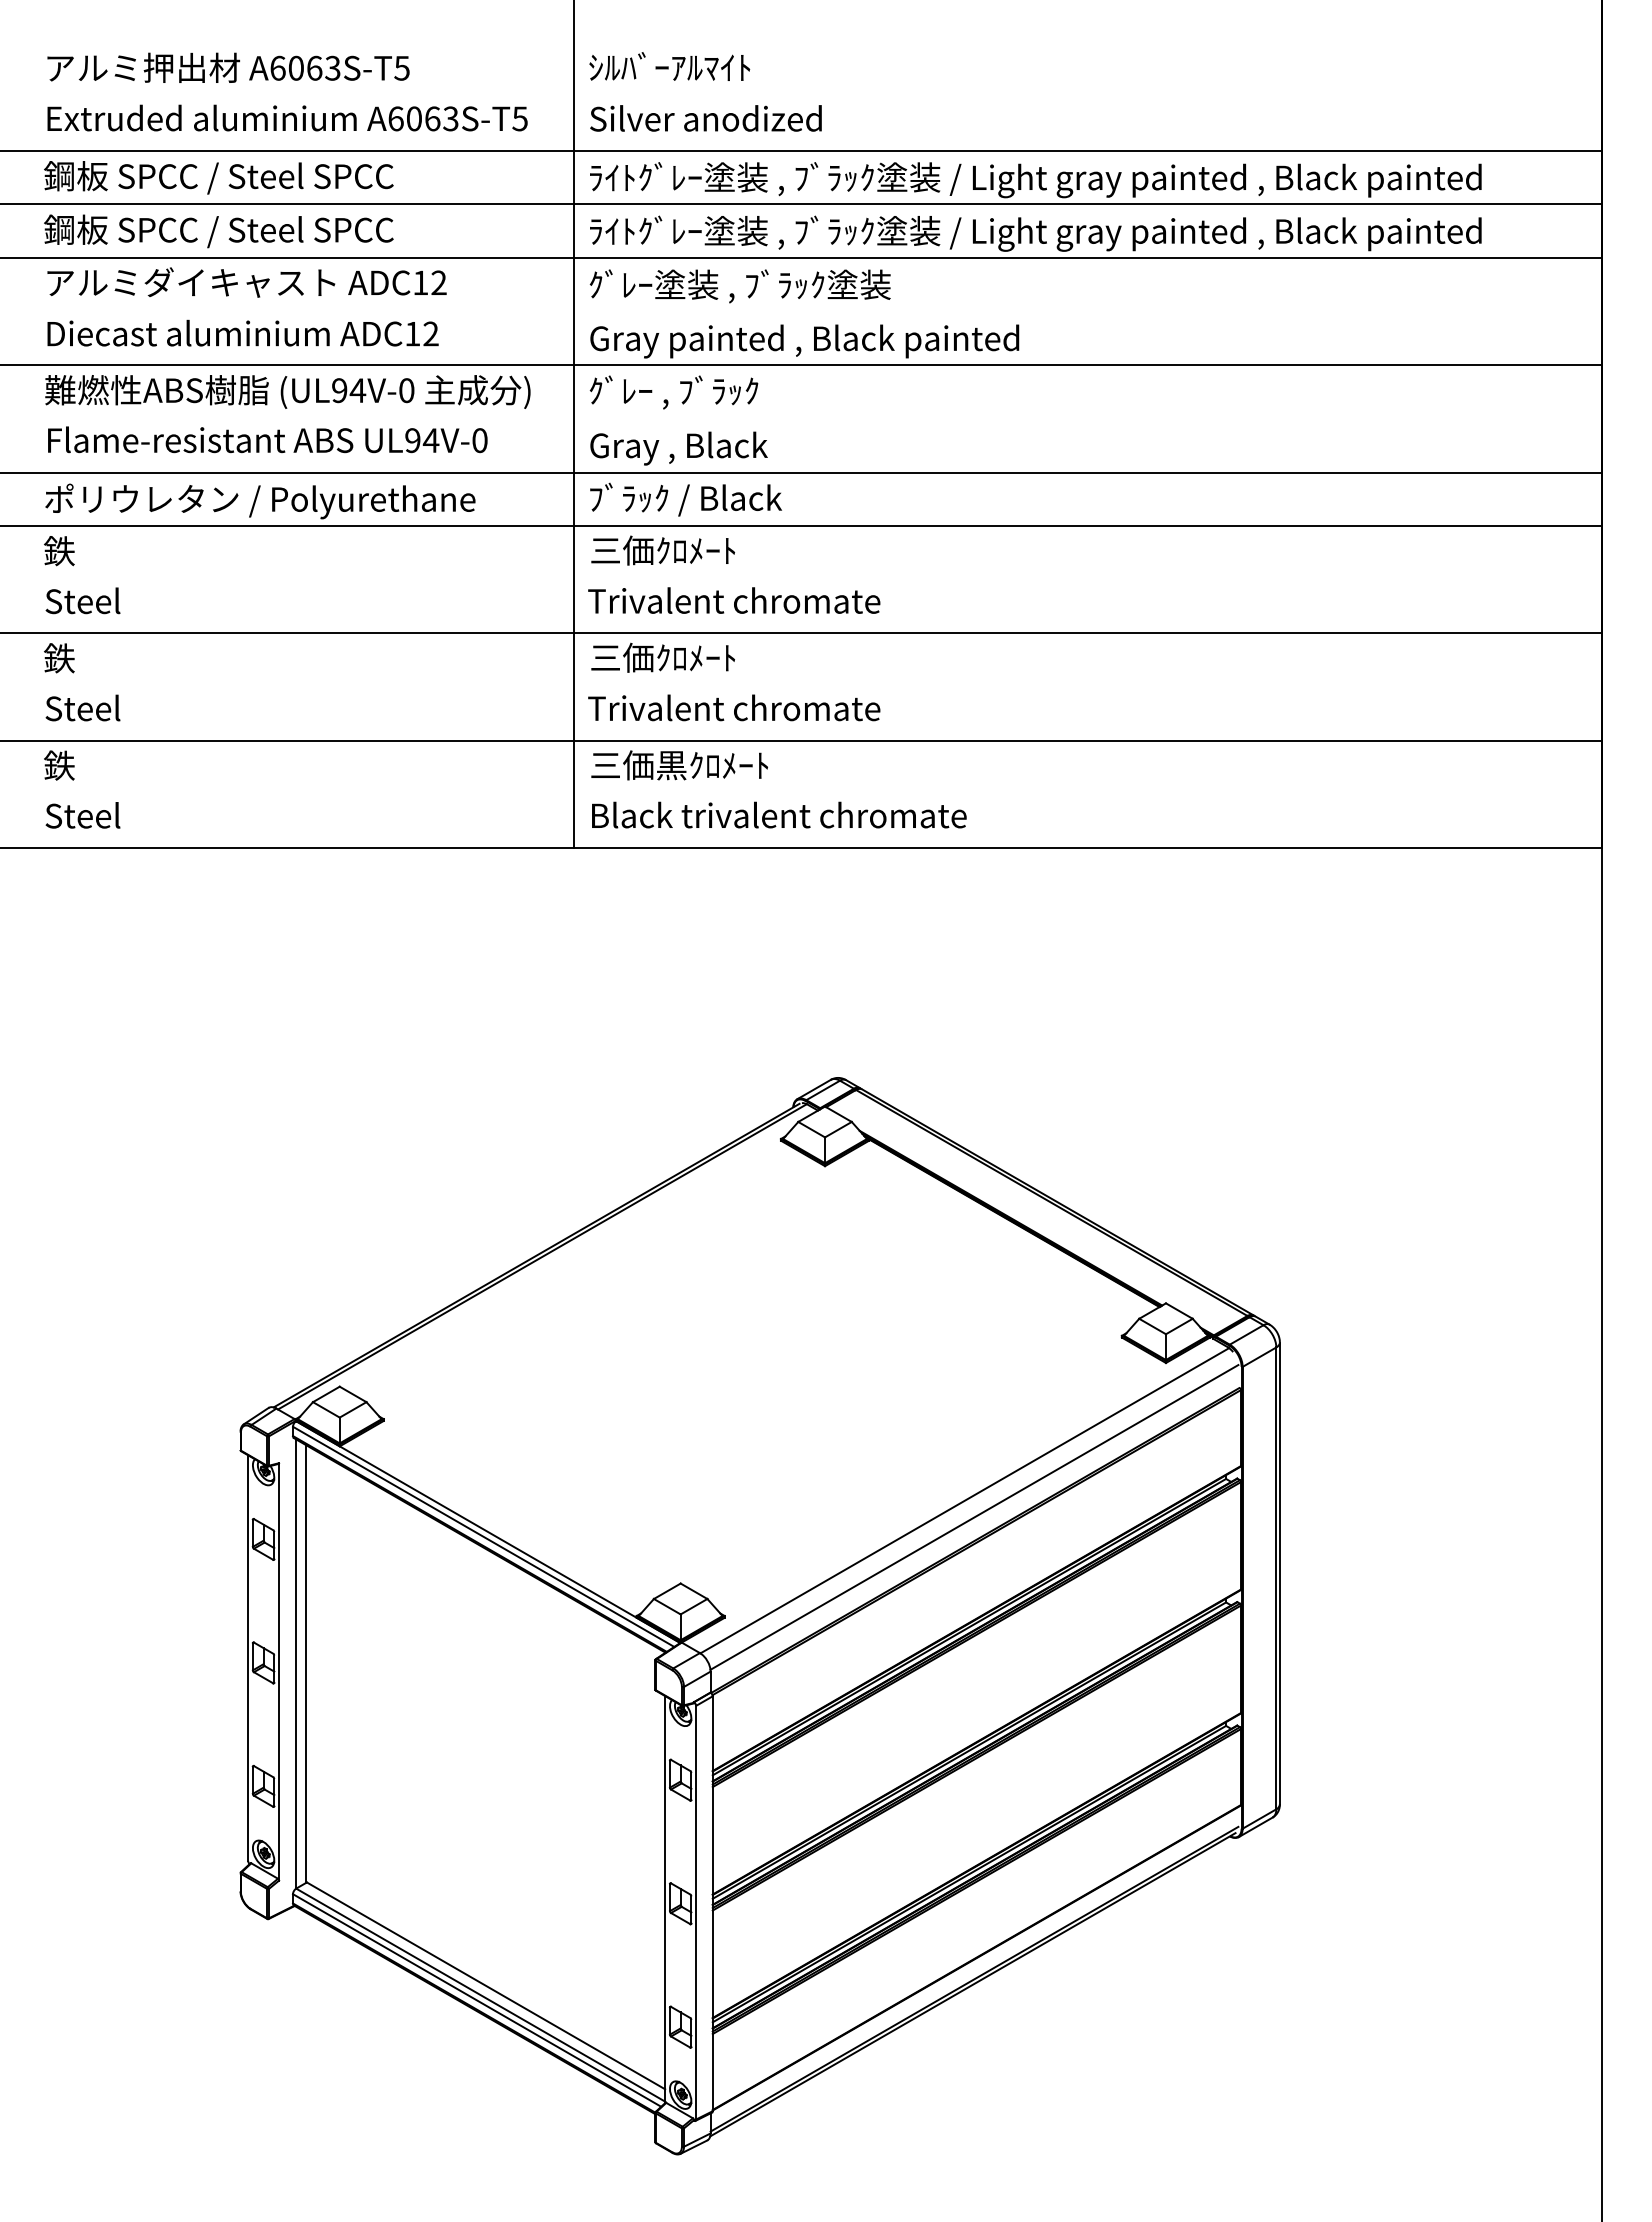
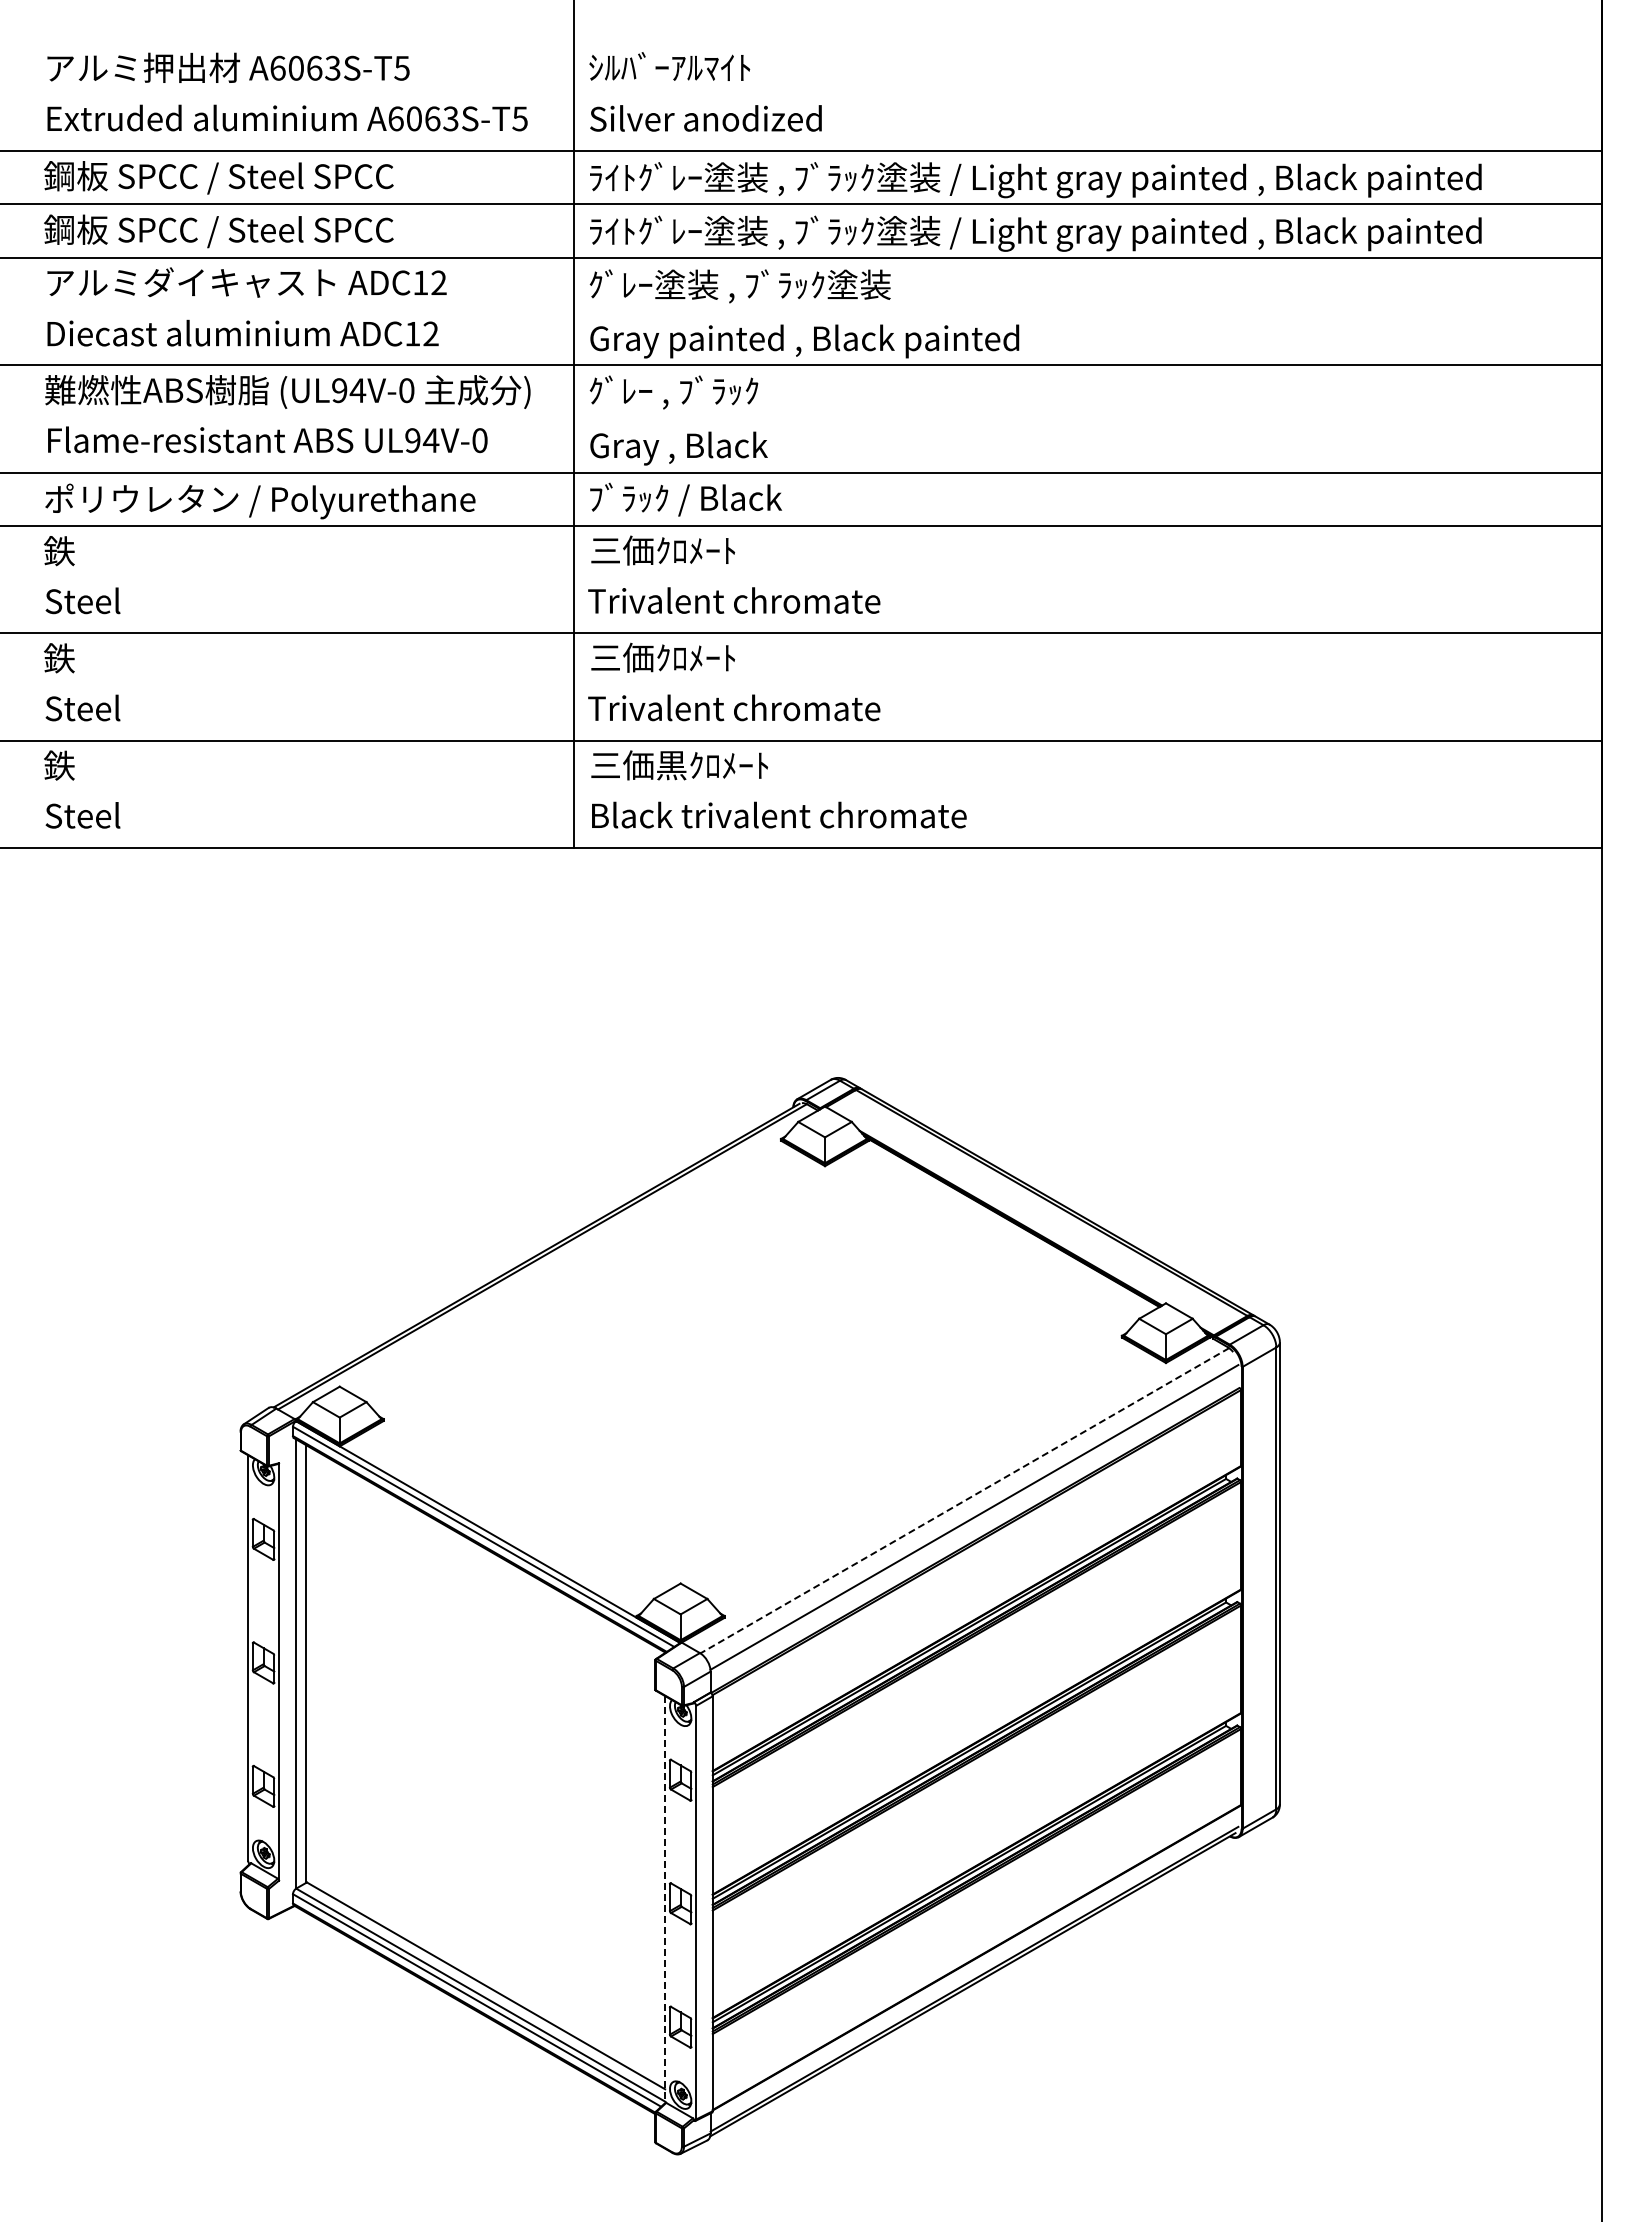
line at (964, 1501): solid -> dashed
line at (665, 1900): solid -> dashed
